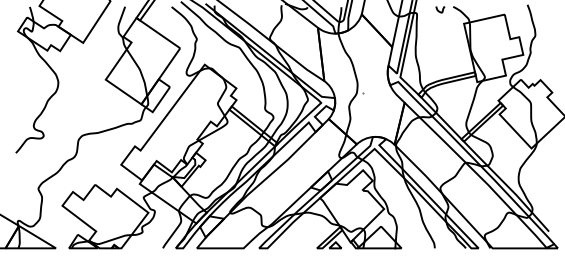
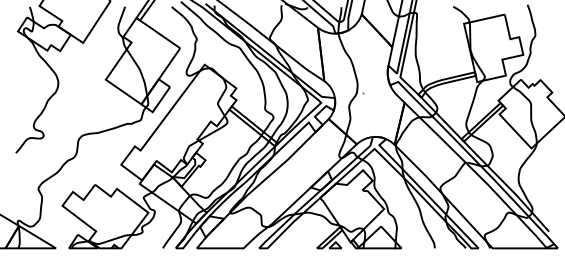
curve at (439, 10): present -> none
